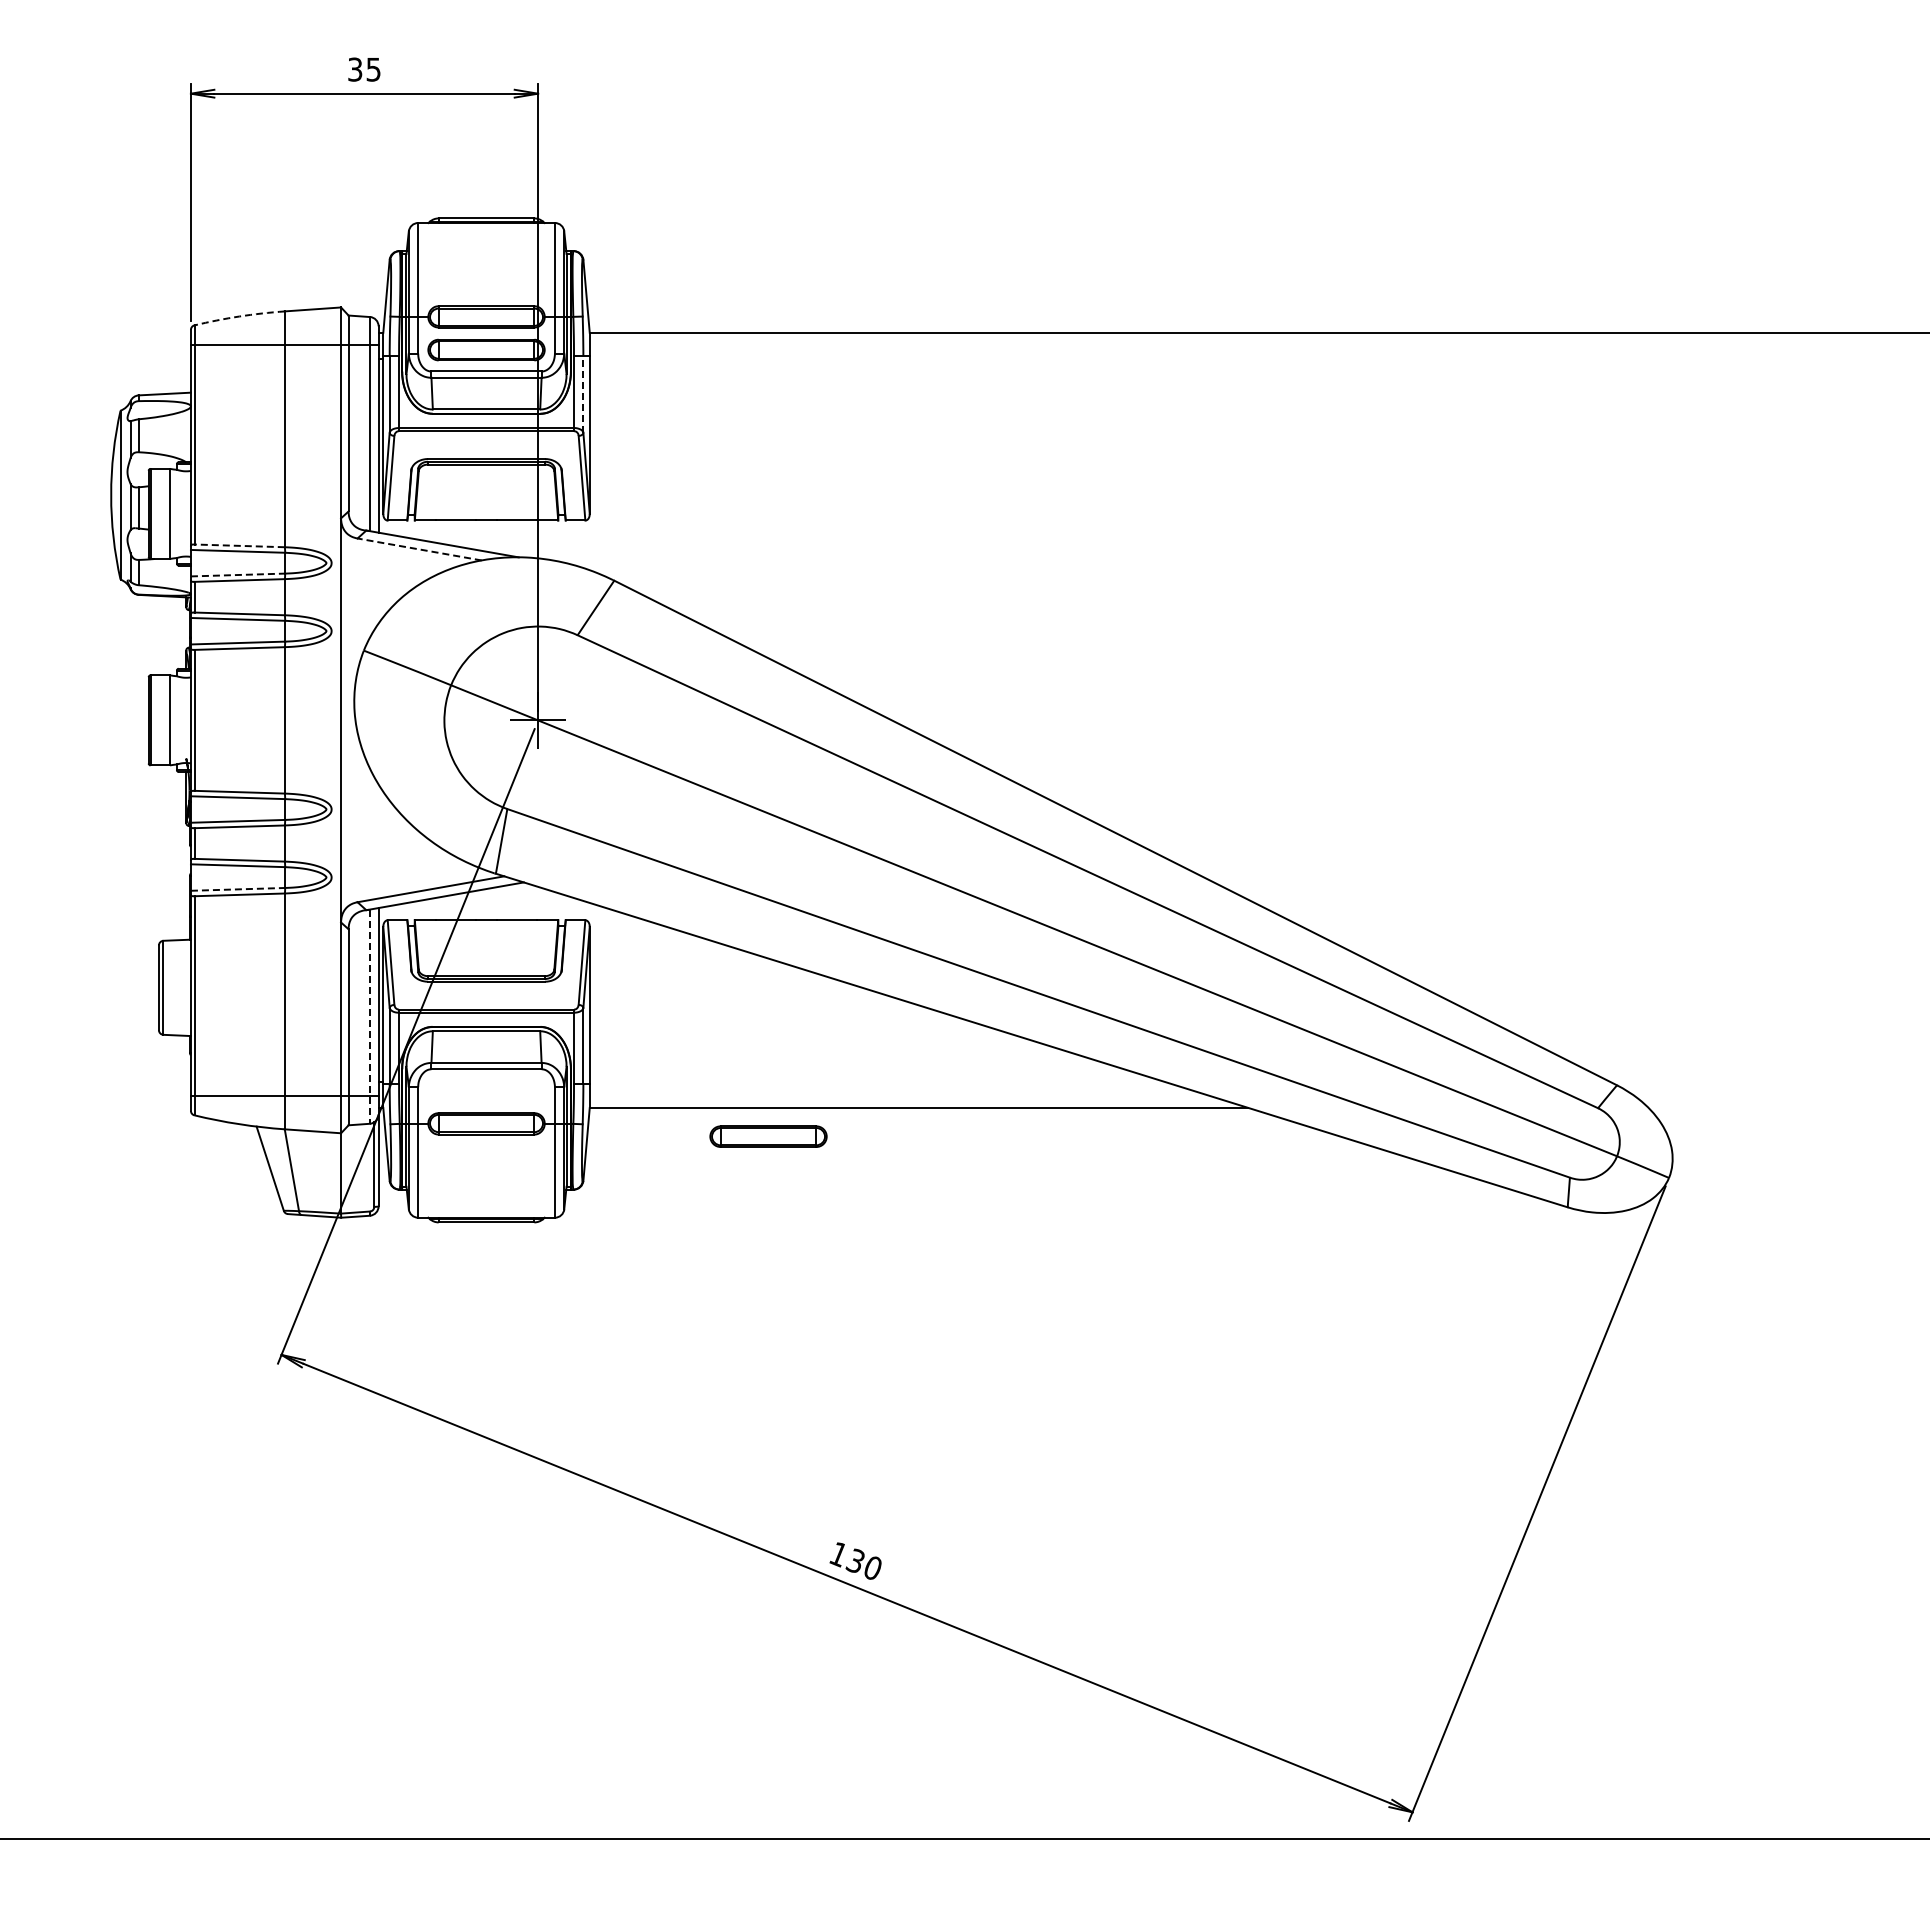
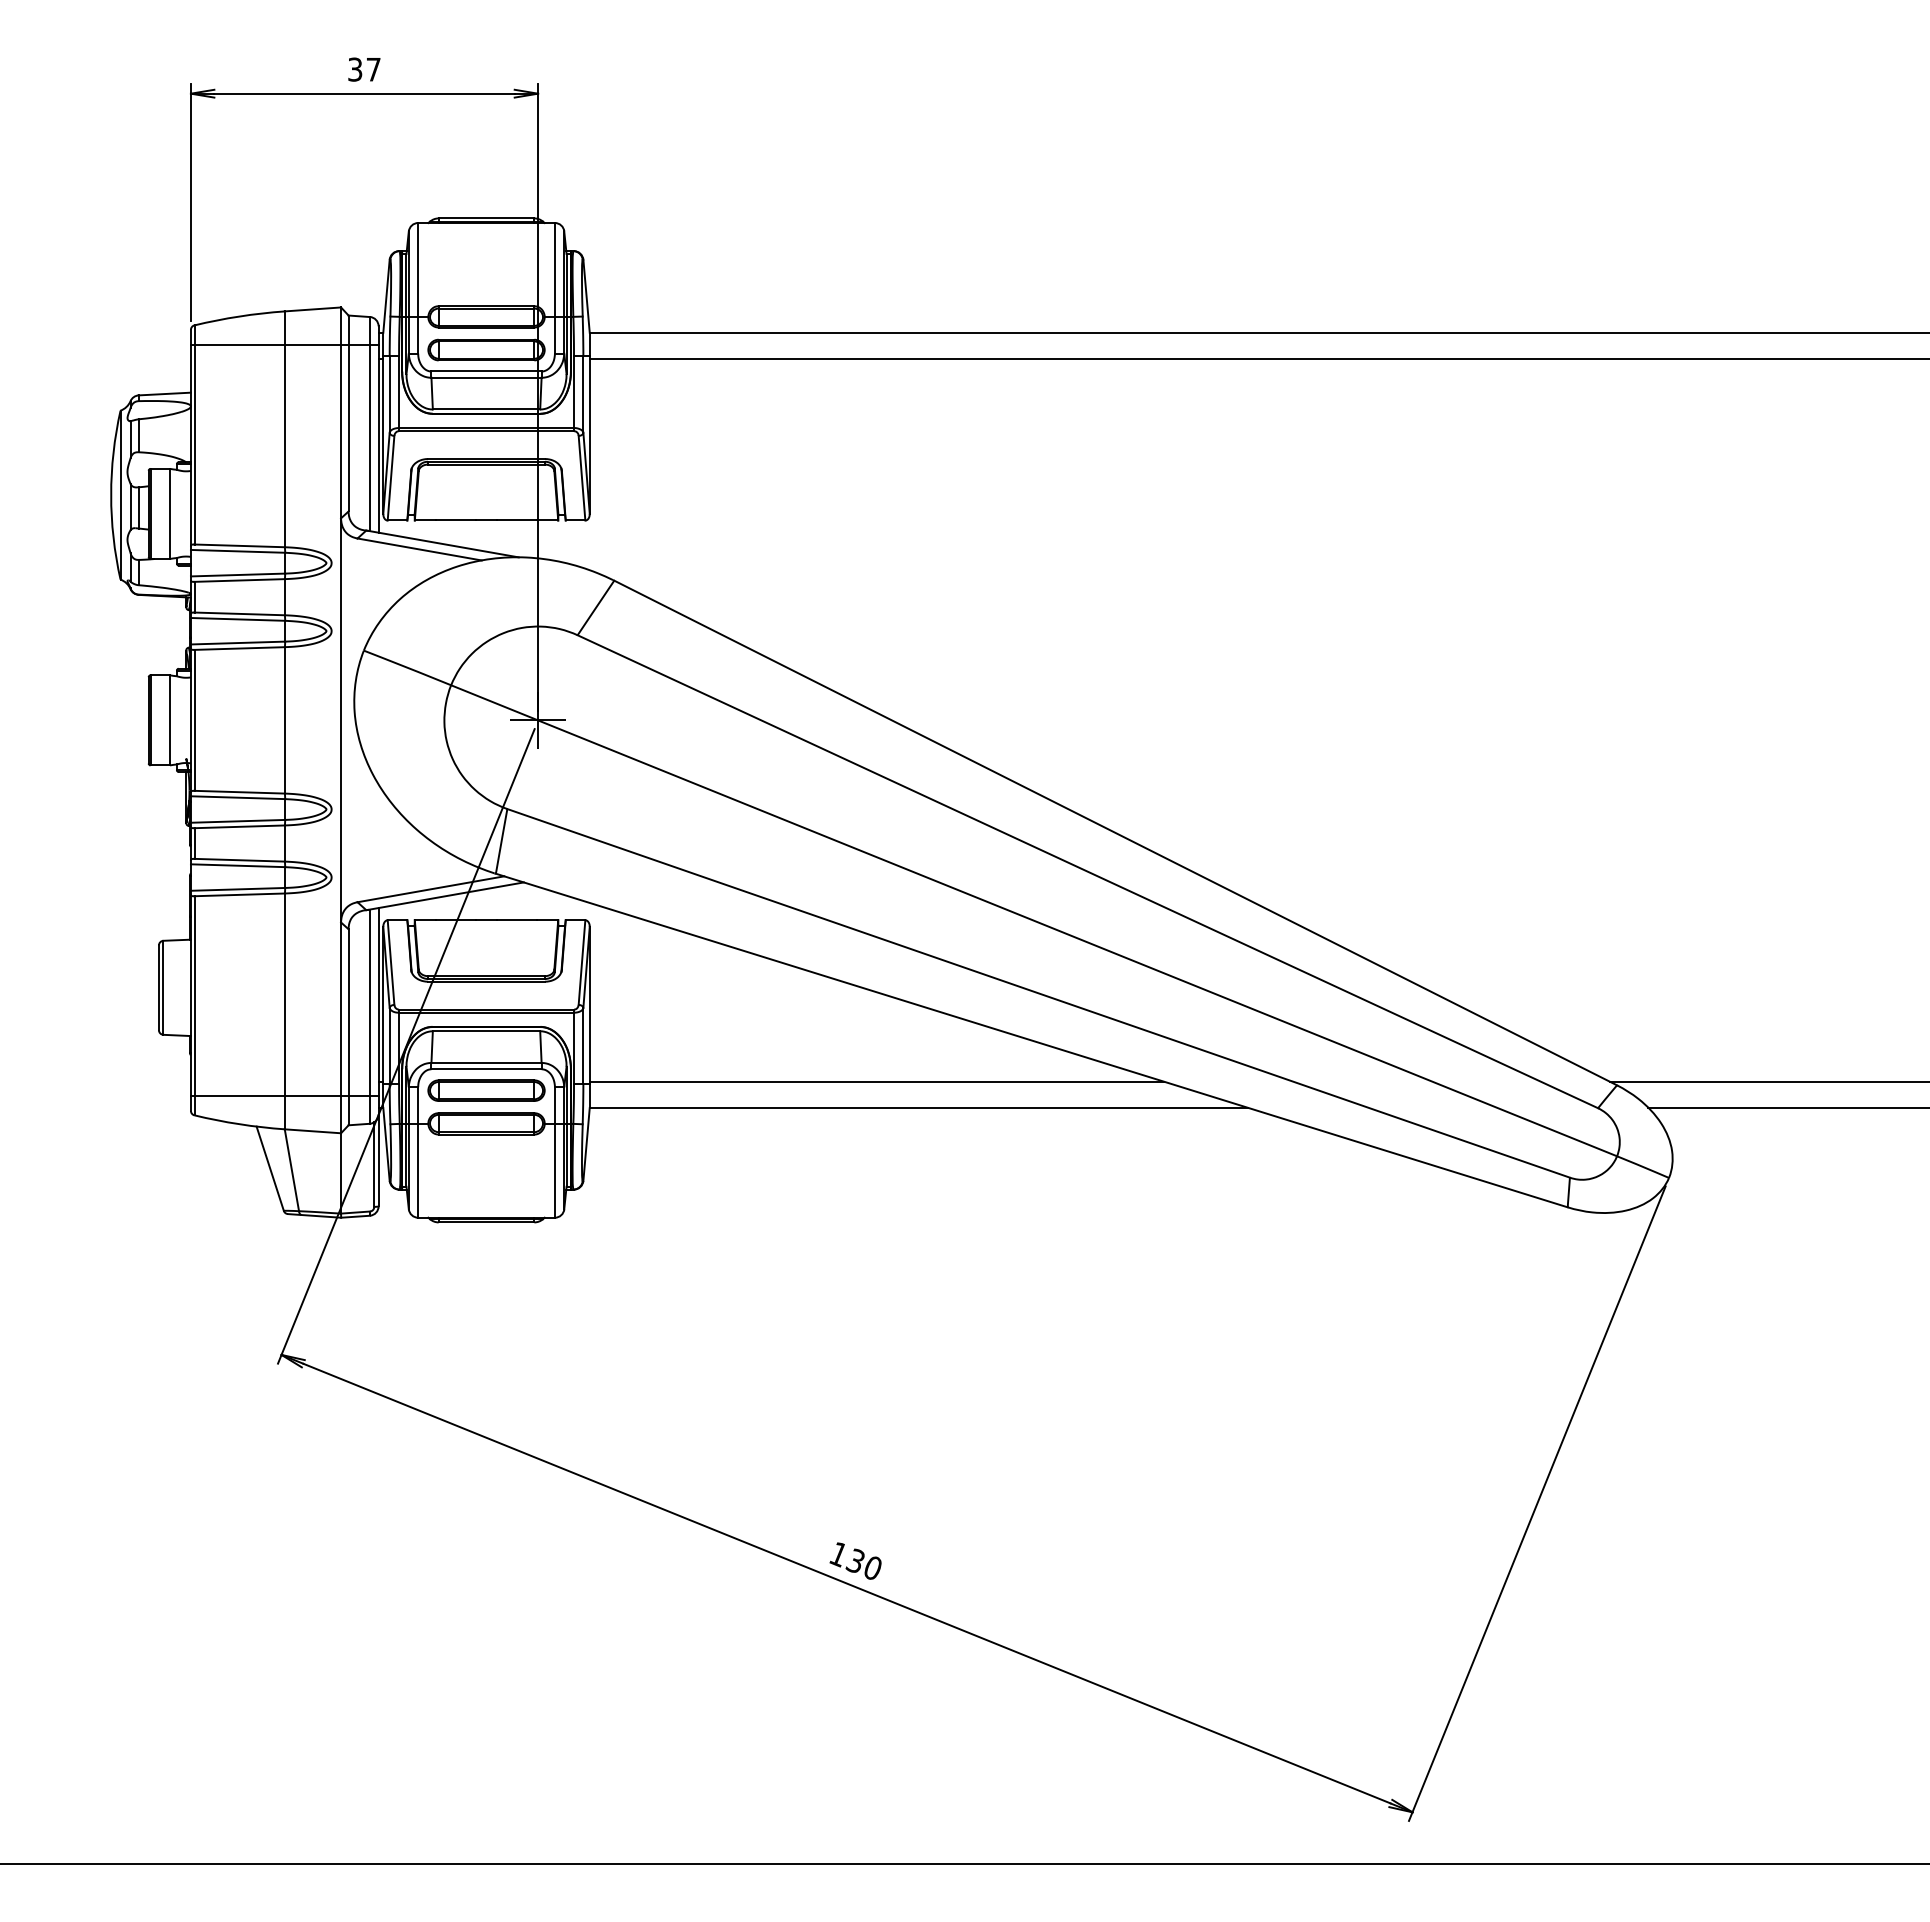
text at (373, 69): 35 -> 37
arc at (239, 316): dashed -> solid
line at (1257, 359): none -> present
line at (583, 394): dashed -> solid
line at (239, 545): dashed -> solid
line at (419, 549): dashed -> solid
line at (238, 575): dashed -> solid
line at (238, 889): dashed -> solid
line at (369, 1017): dashed -> solid
line at (876, 1081): none -> present
line at (1767, 1081): none -> present
line at (1787, 1107): none -> present
part at (768, 1136) position: (768, 1136) -> (486, 1090)
line at (964, 1839) position: (964, 1839) -> (964, 1864)
